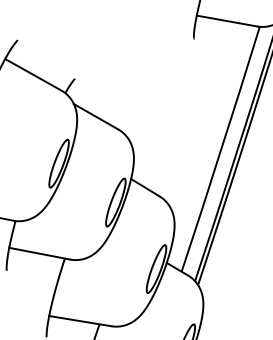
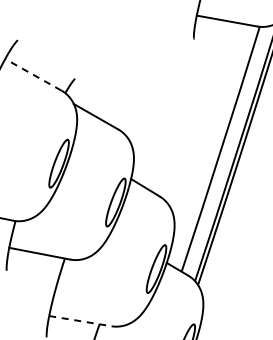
line at (32, 74): solid -> dashed
line at (80, 321): solid -> dashed
